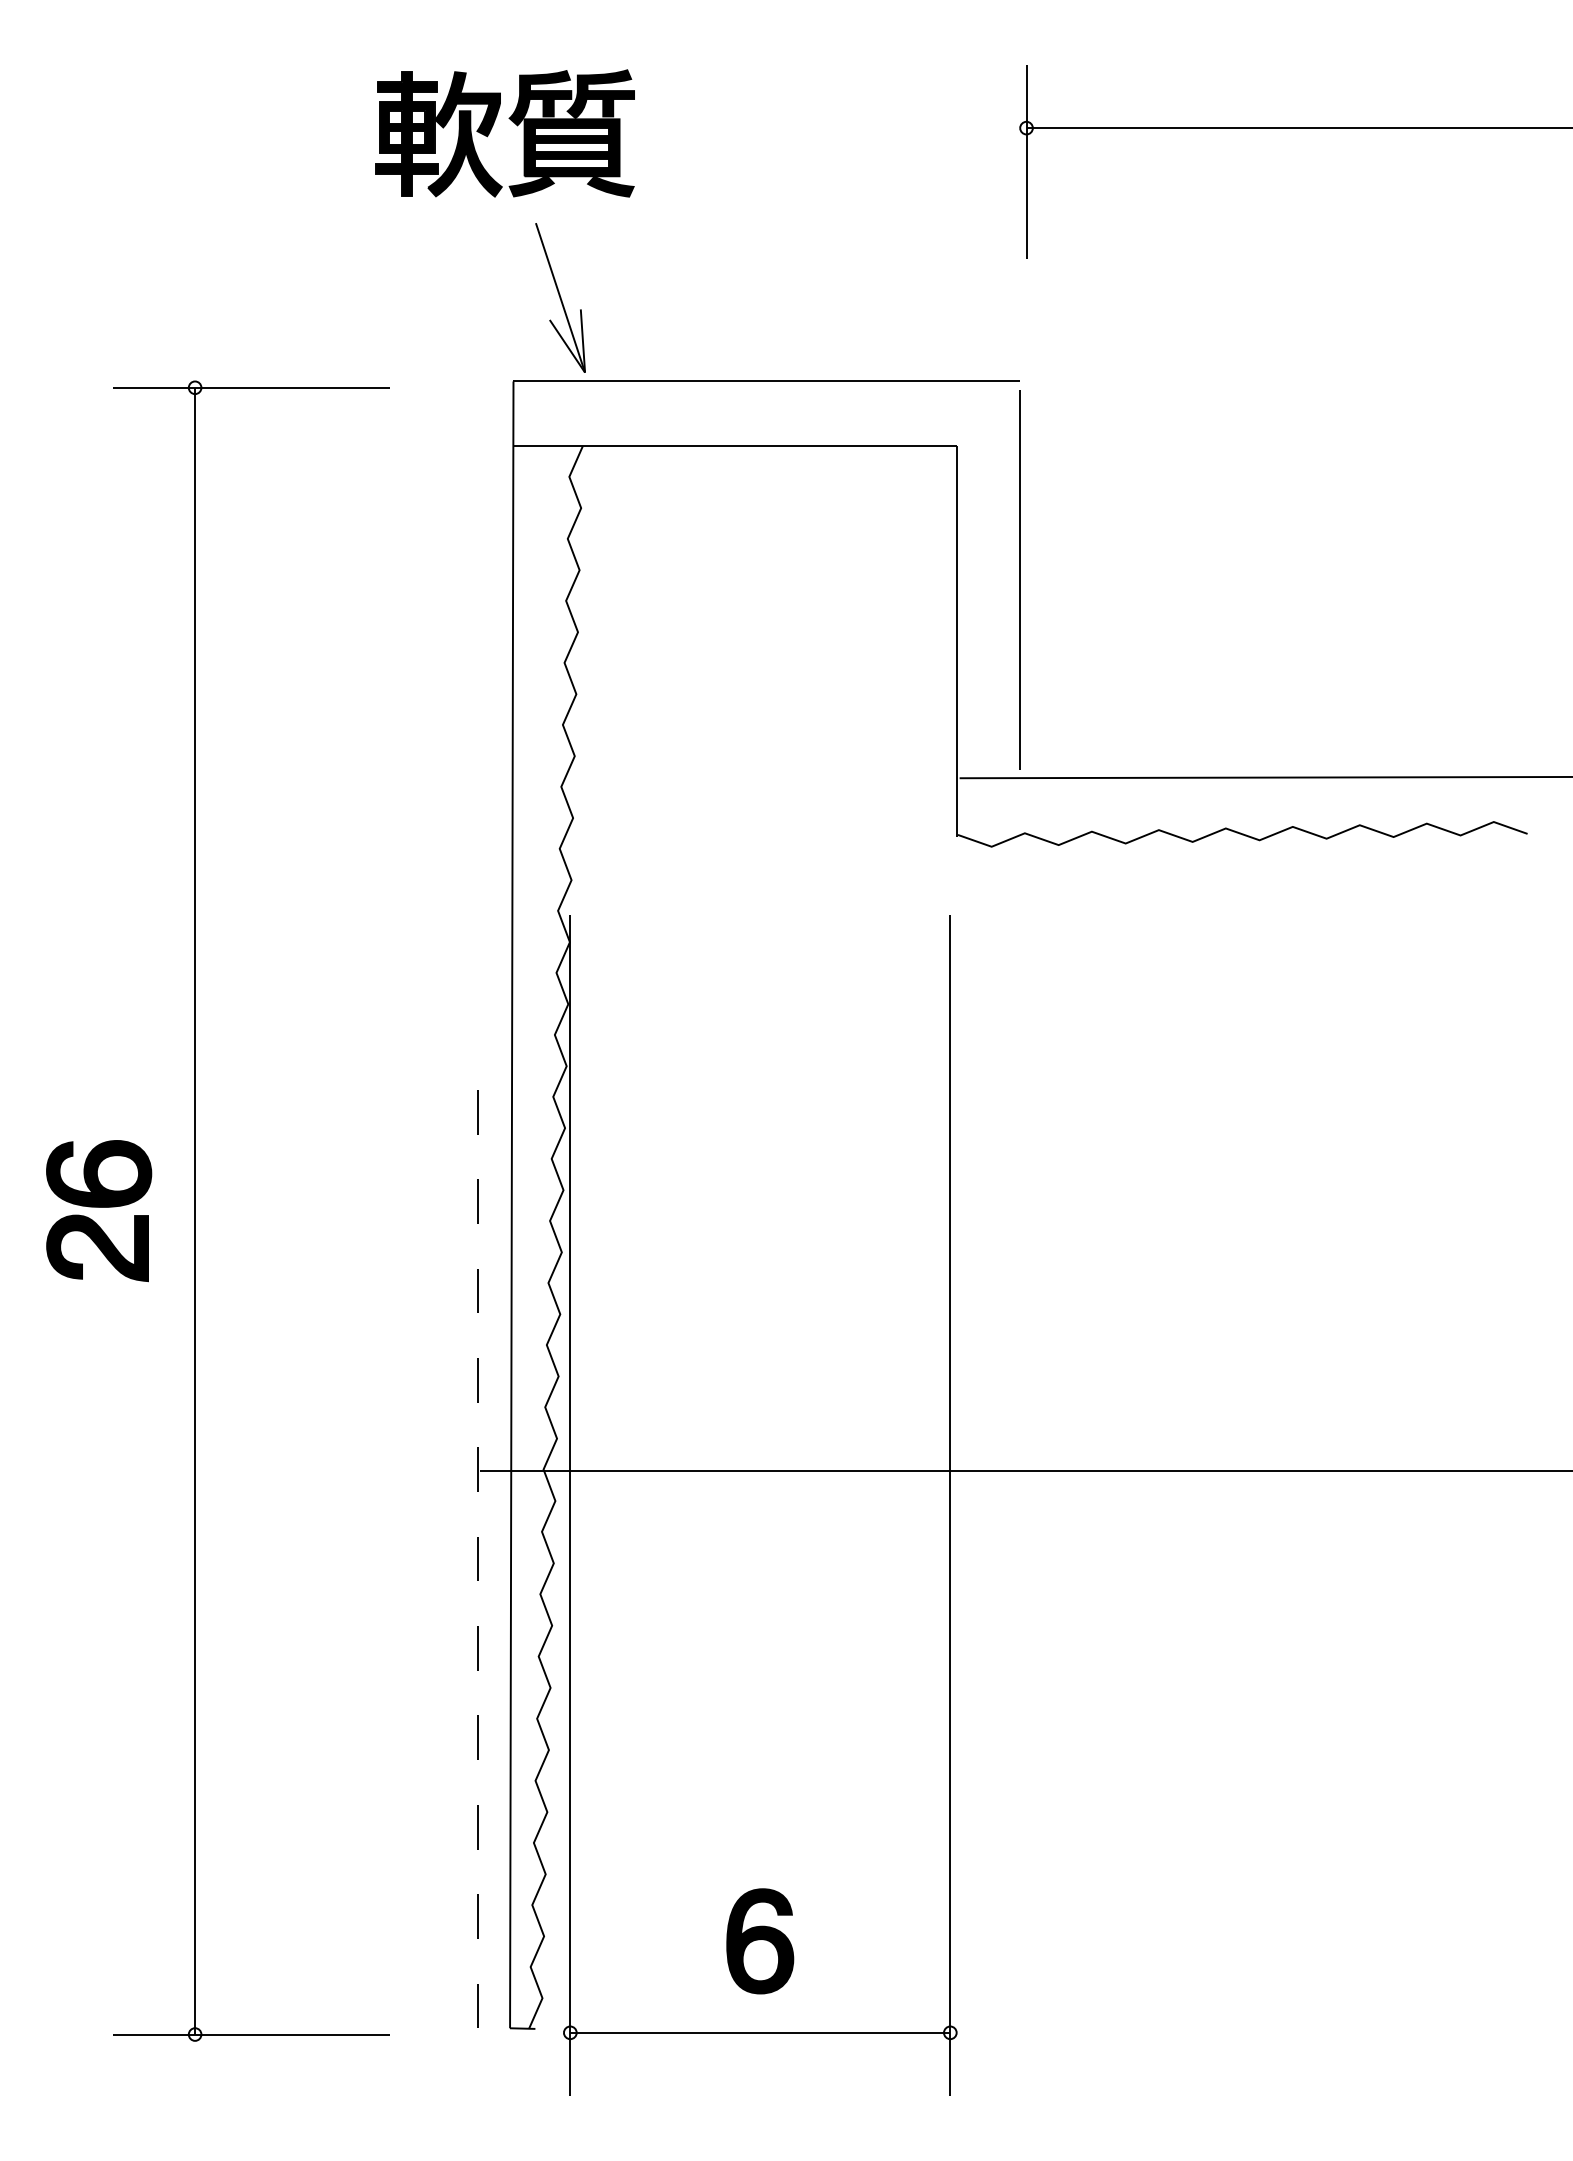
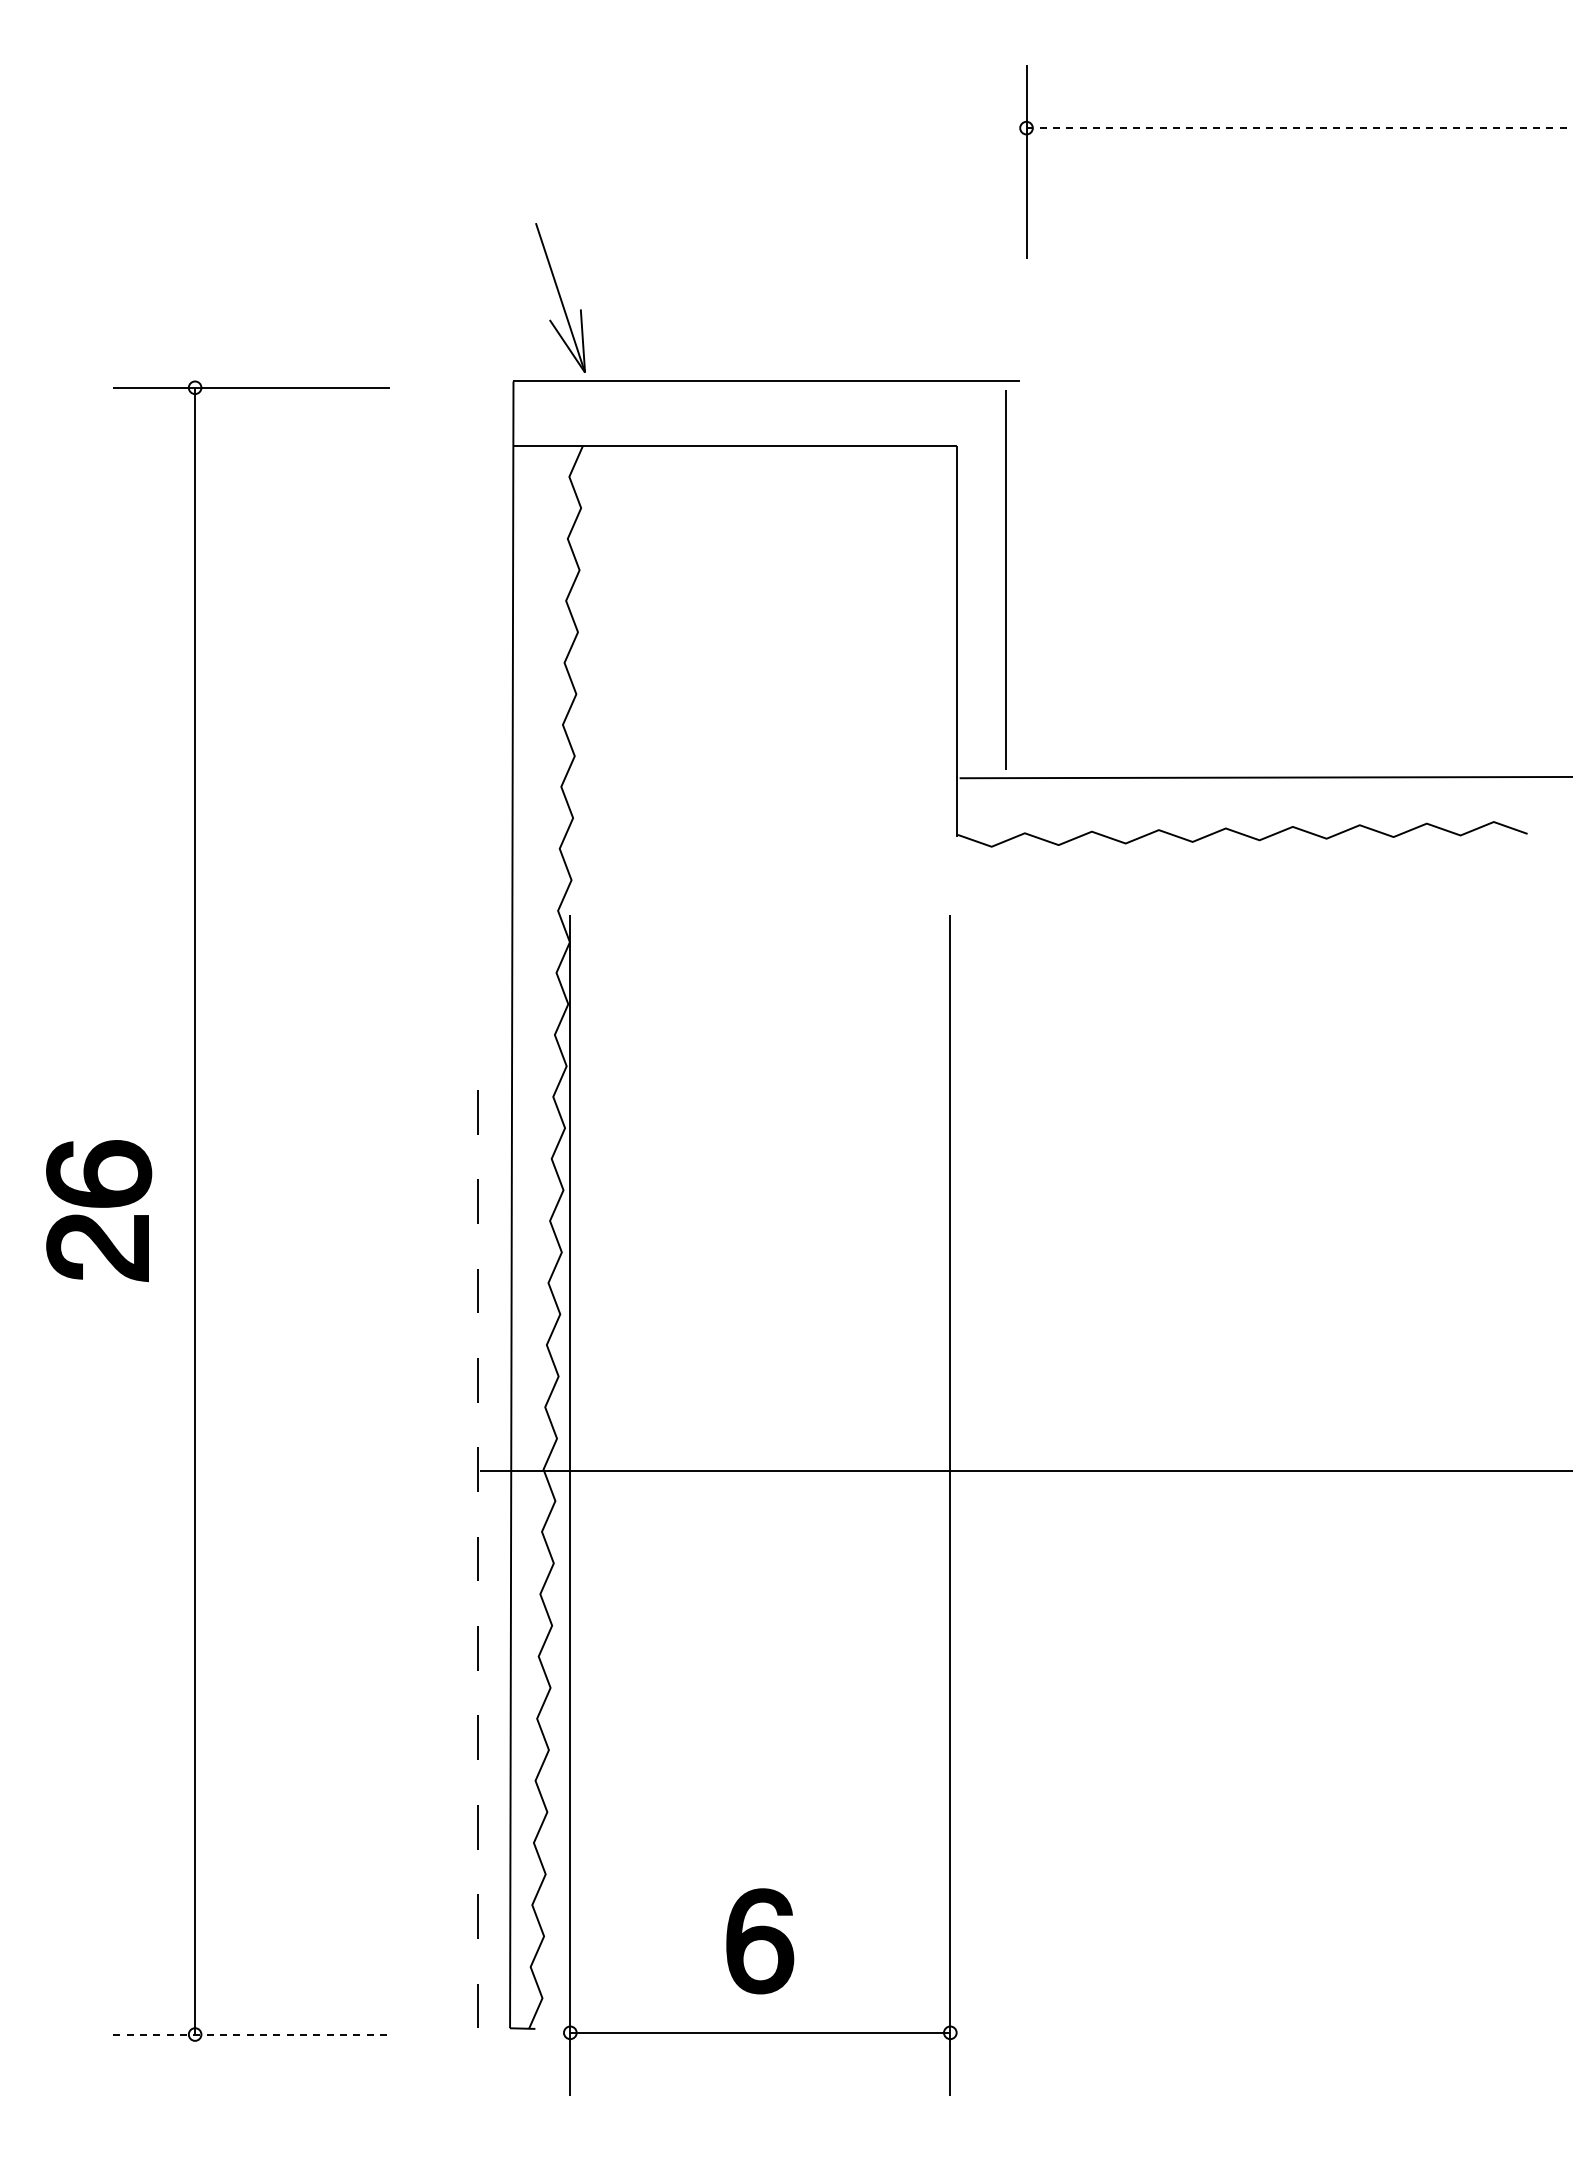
part at (492, 128): present -> none
line at (1299, 128): solid -> dashed
line at (1019, 579) position: (1019, 579) -> (1005, 579)
line at (252, 2034): solid -> dashed
